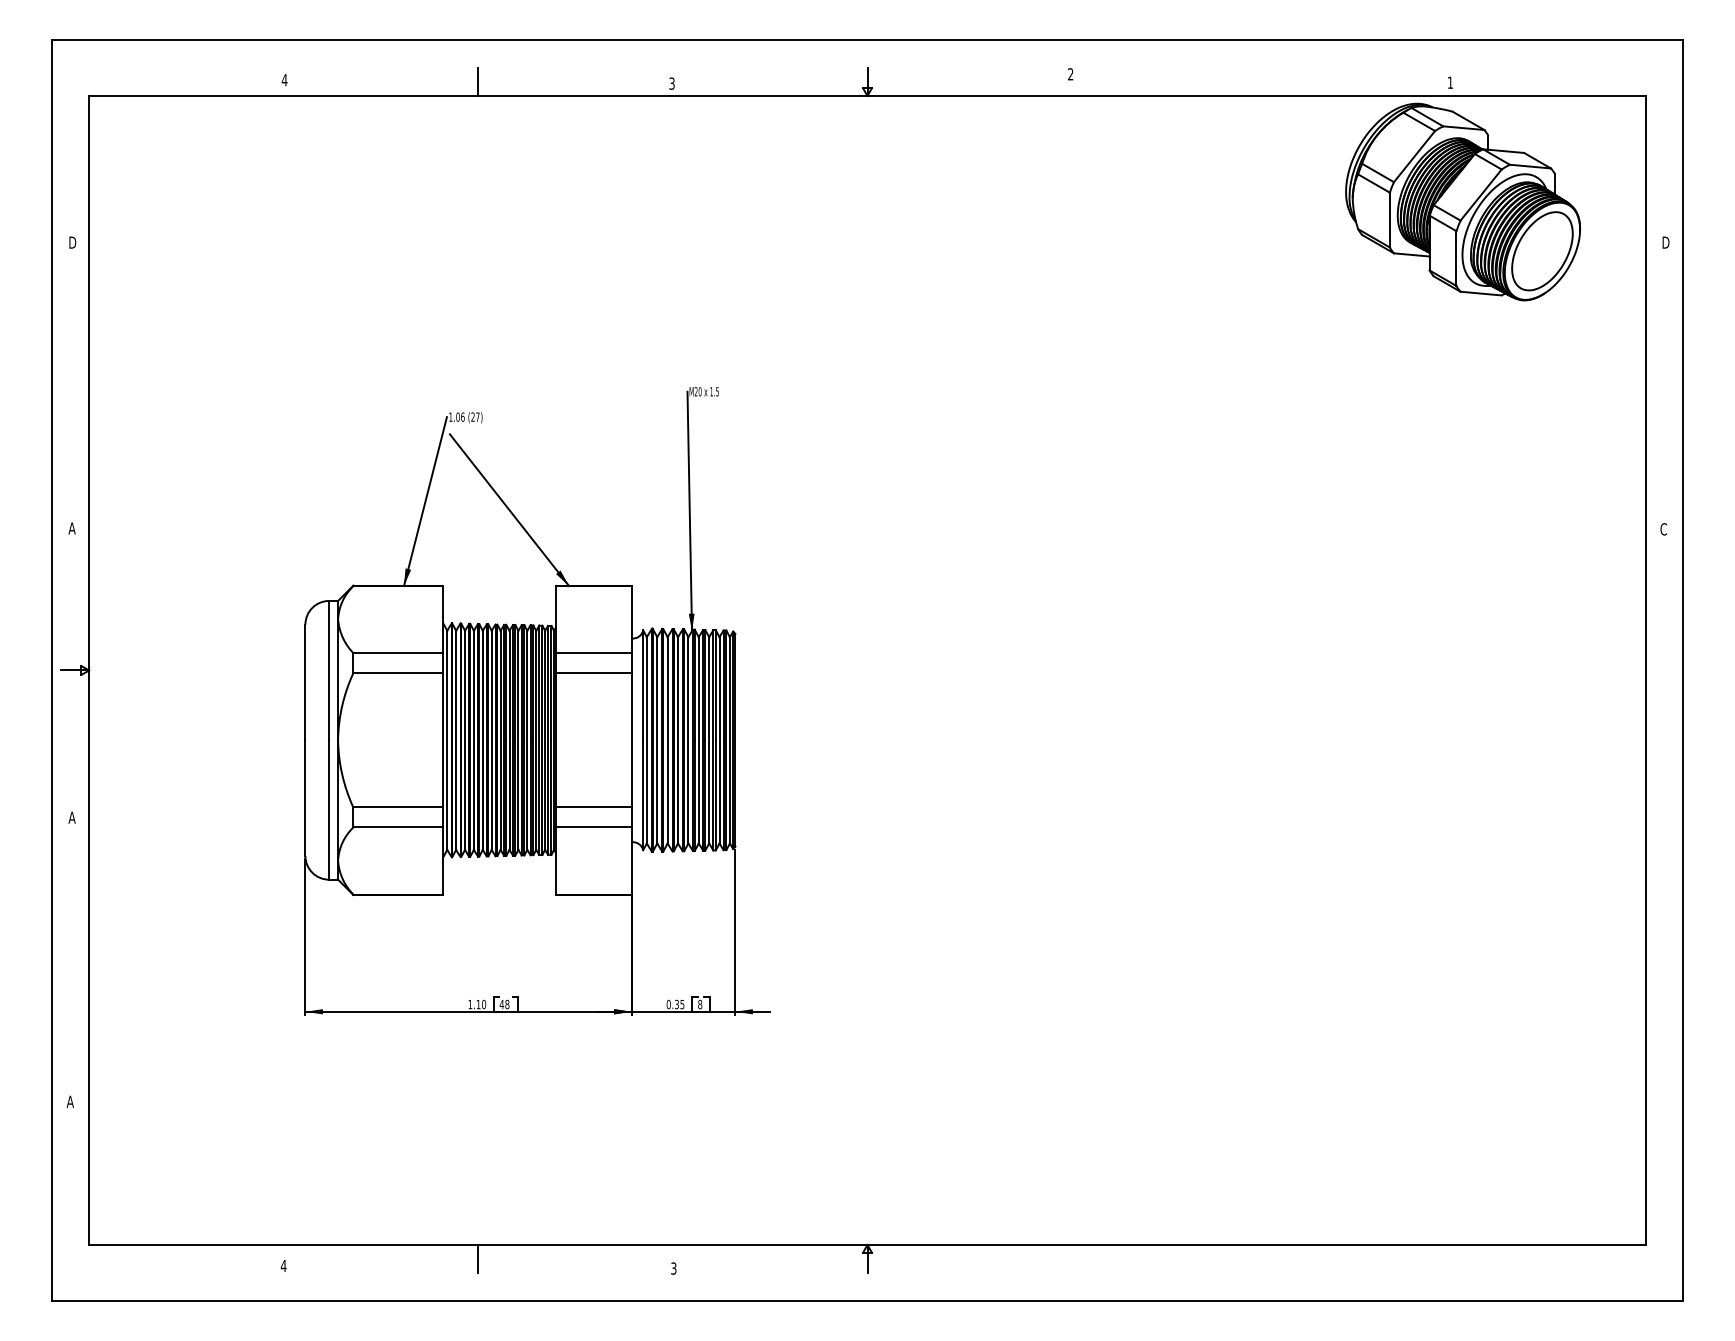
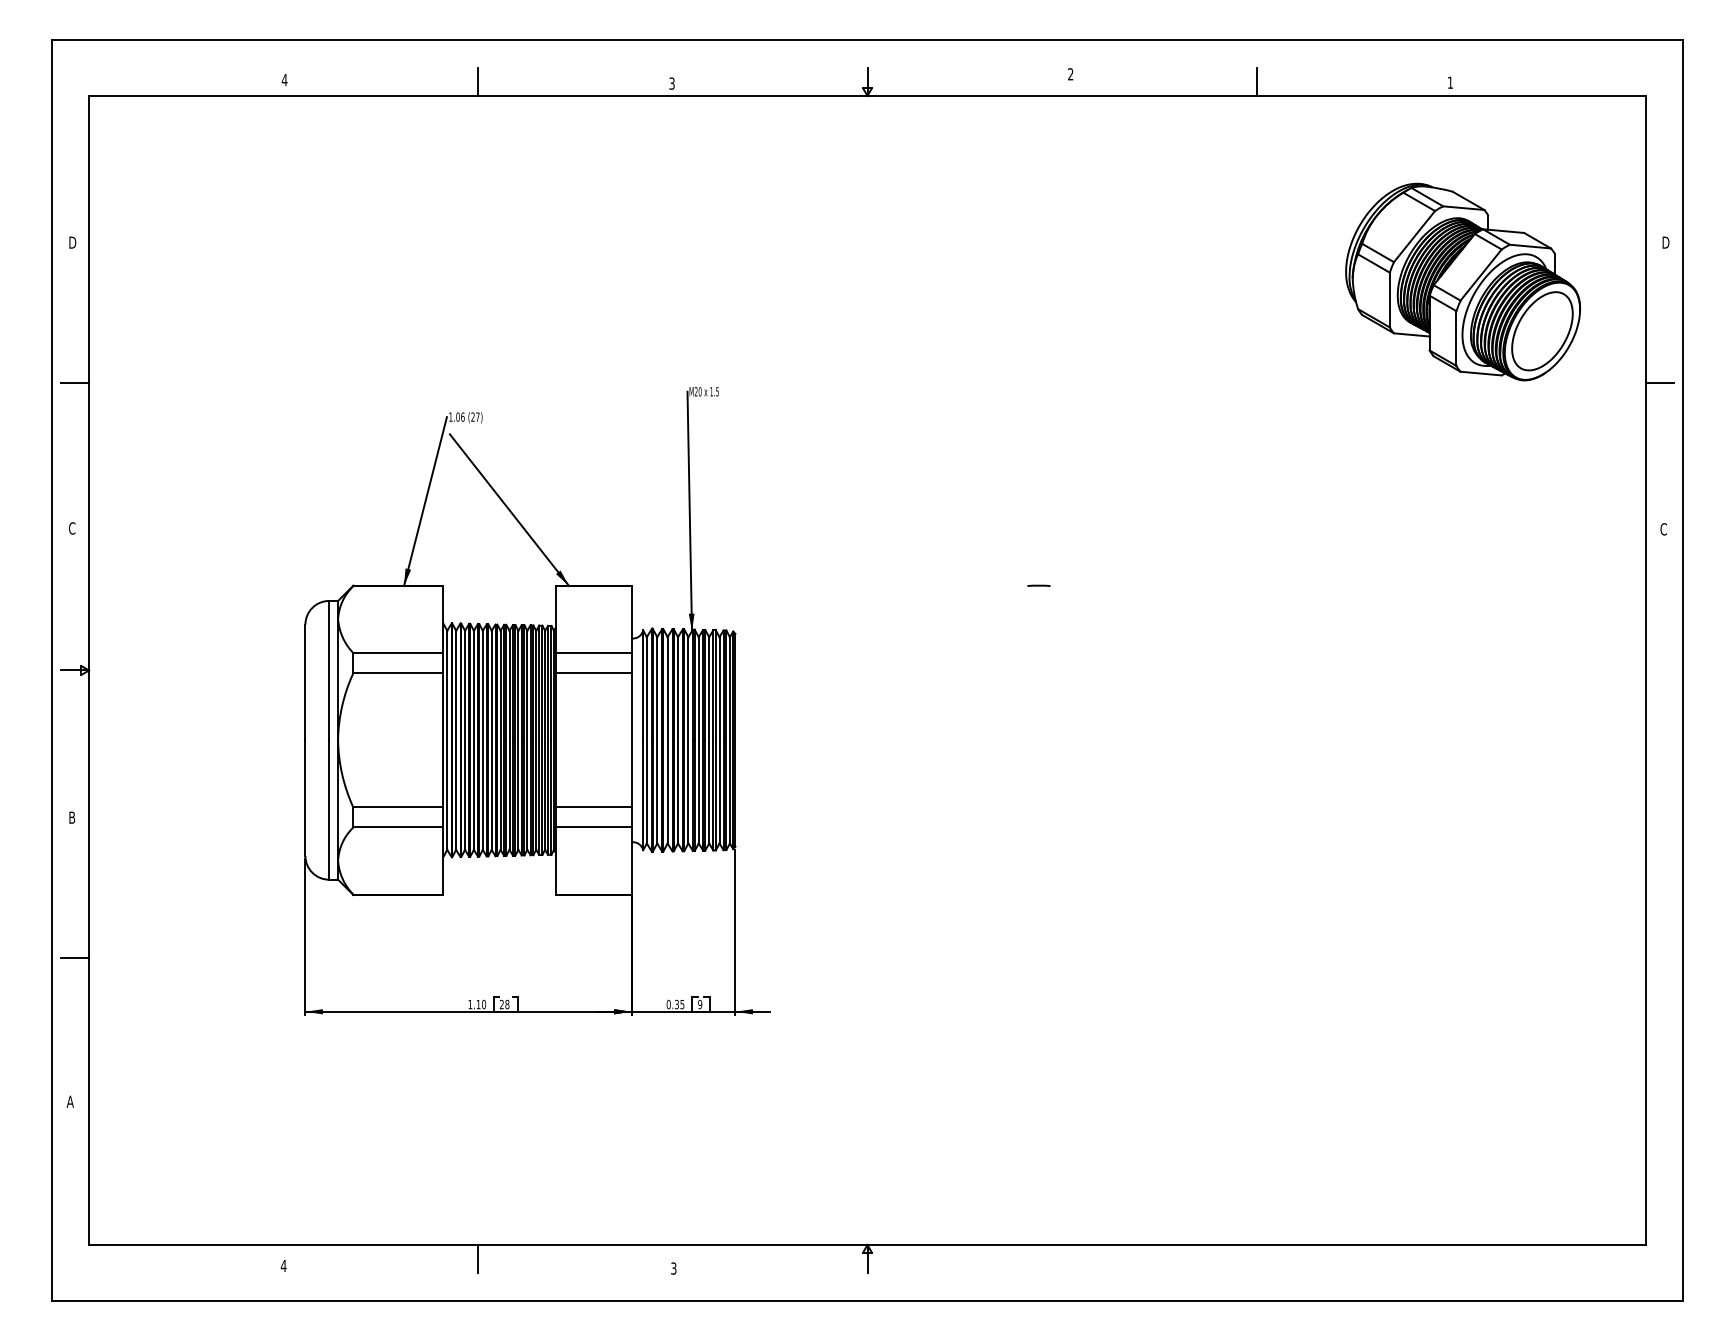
line at (1256, 81): none -> present
part at (1463, 201) position: (1463, 201) -> (1463, 281)
line at (75, 383): none -> present
line at (1659, 383): none -> present
text at (71, 528): A -> C
line at (1038, 585): none -> present
text at (71, 817): A -> B
line at (75, 957): none -> present
text at (501, 1004): 48 -> 28
text at (700, 1004): 8 -> 9
